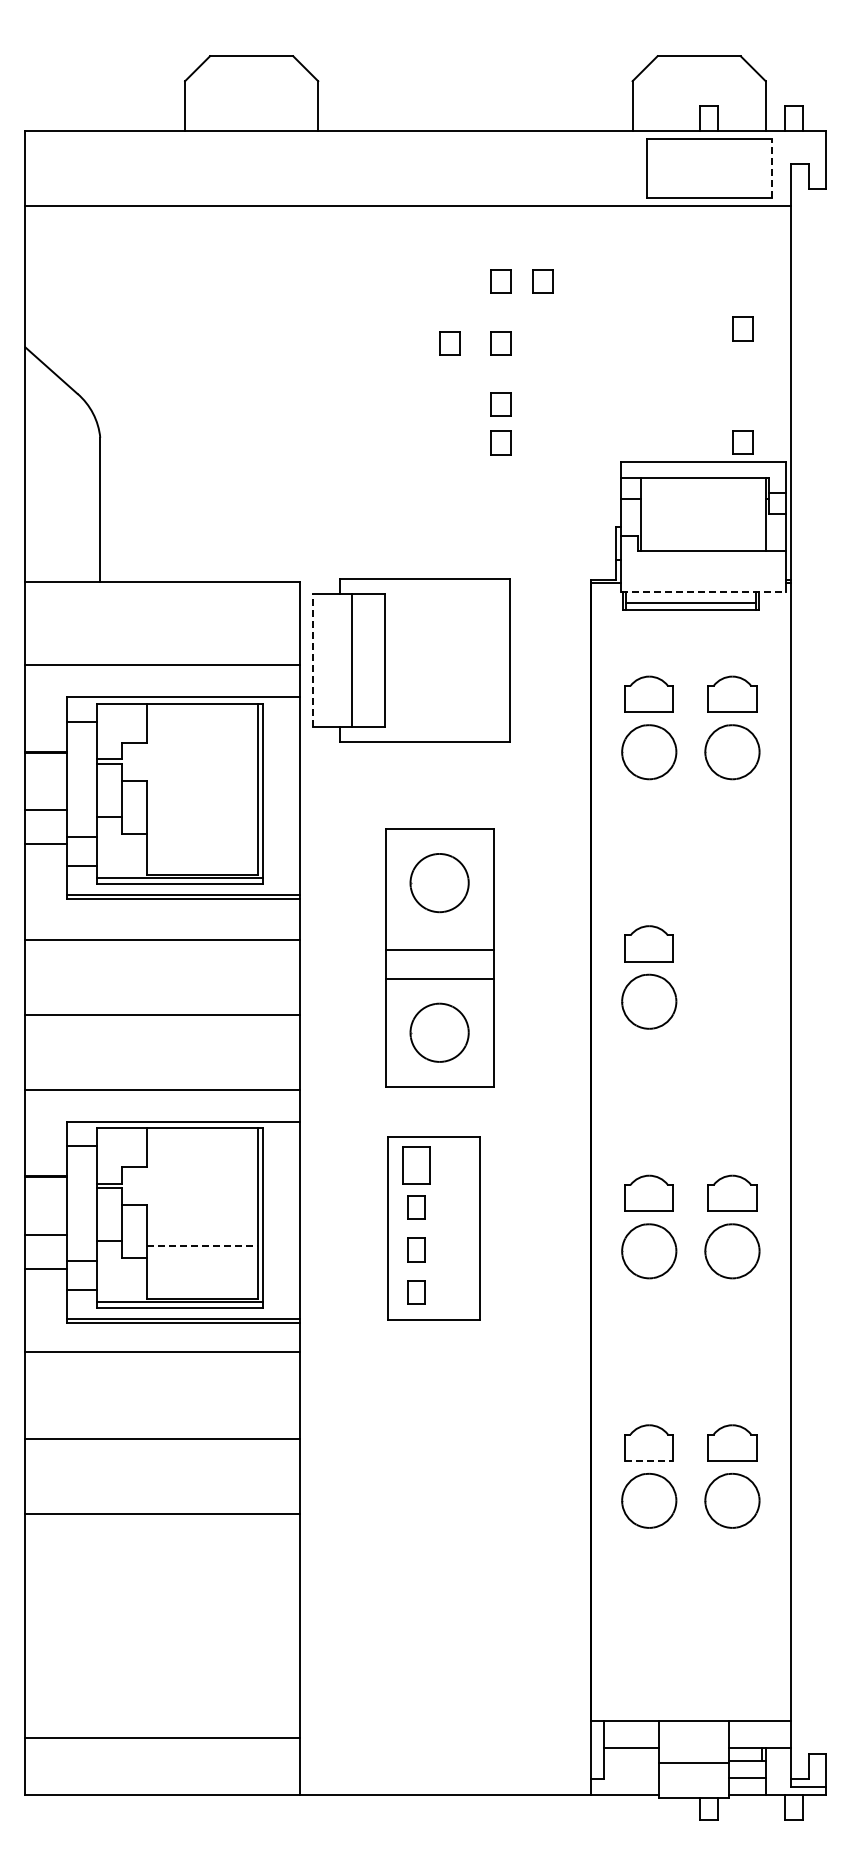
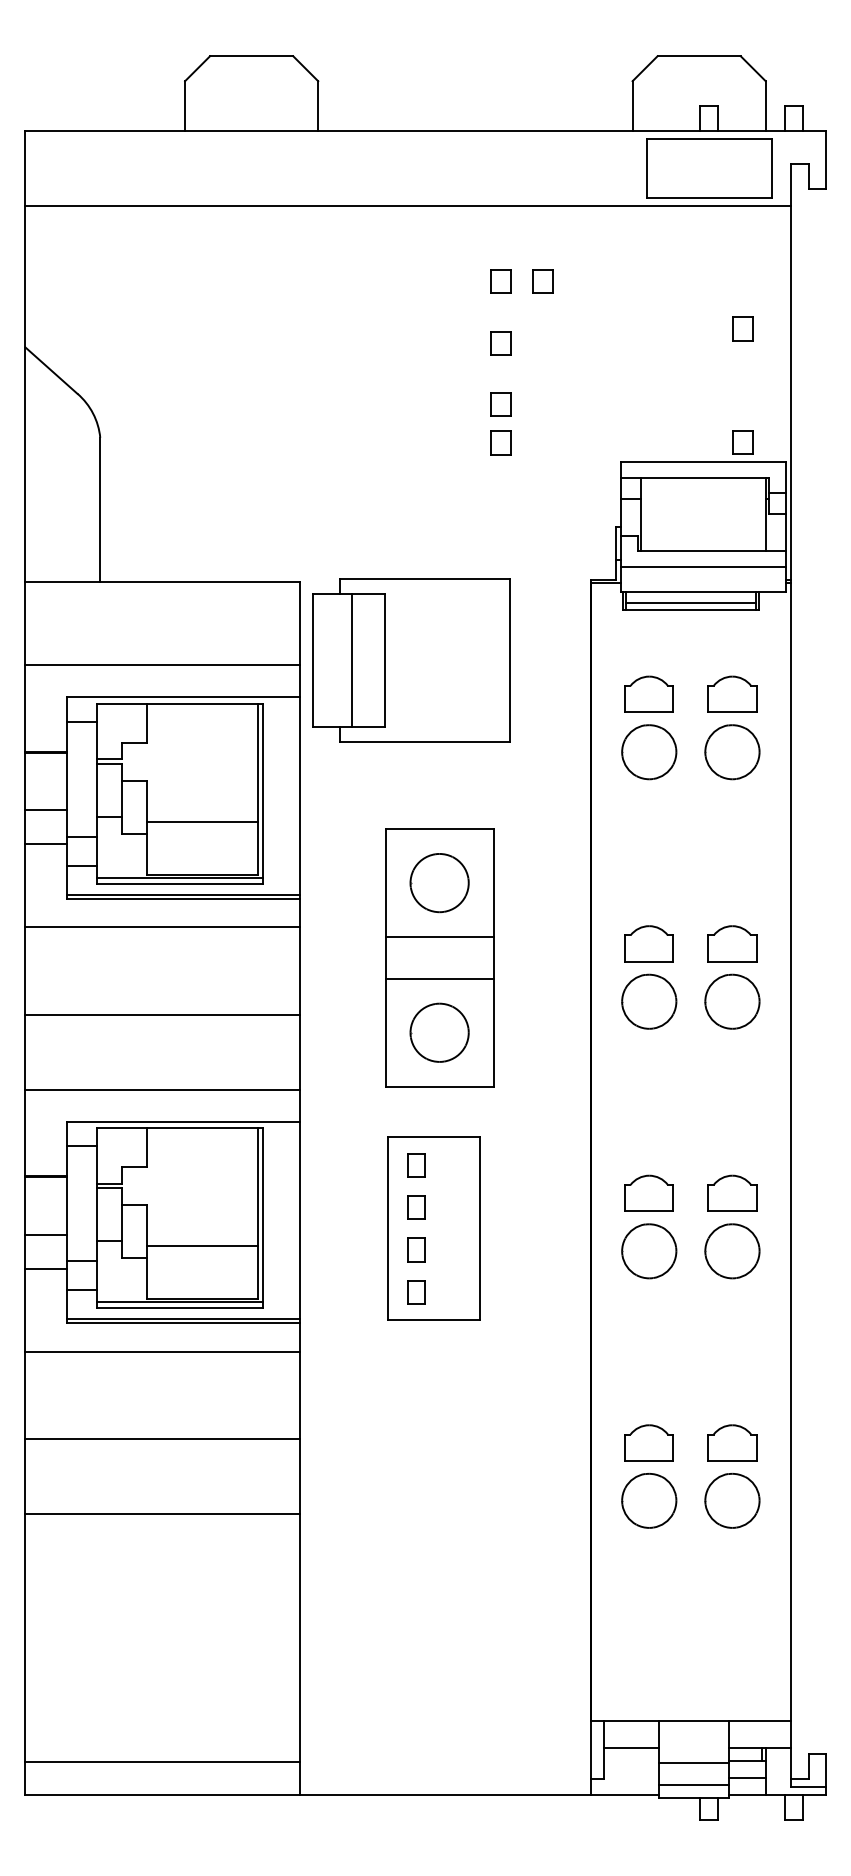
line at (771, 168): dashed -> solid
part at (449, 343): present -> none
line at (702, 566): none -> present
line at (703, 591): dashed -> solid
line at (313, 660): dashed -> solid
line at (202, 821): none -> present
line at (162, 940) position: (162, 940) -> (162, 927)
part at (732, 943): none -> present
line at (439, 950) position: (439, 950) -> (439, 937)
part at (732, 1001): none -> present
part at (416, 1165) size: 29x39 px -> 19x25 px
line at (202, 1246): dashed -> solid
line at (649, 1460): dashed -> solid
line at (162, 1737) position: (162, 1737) -> (162, 1761)
line at (694, 1785): none -> present
